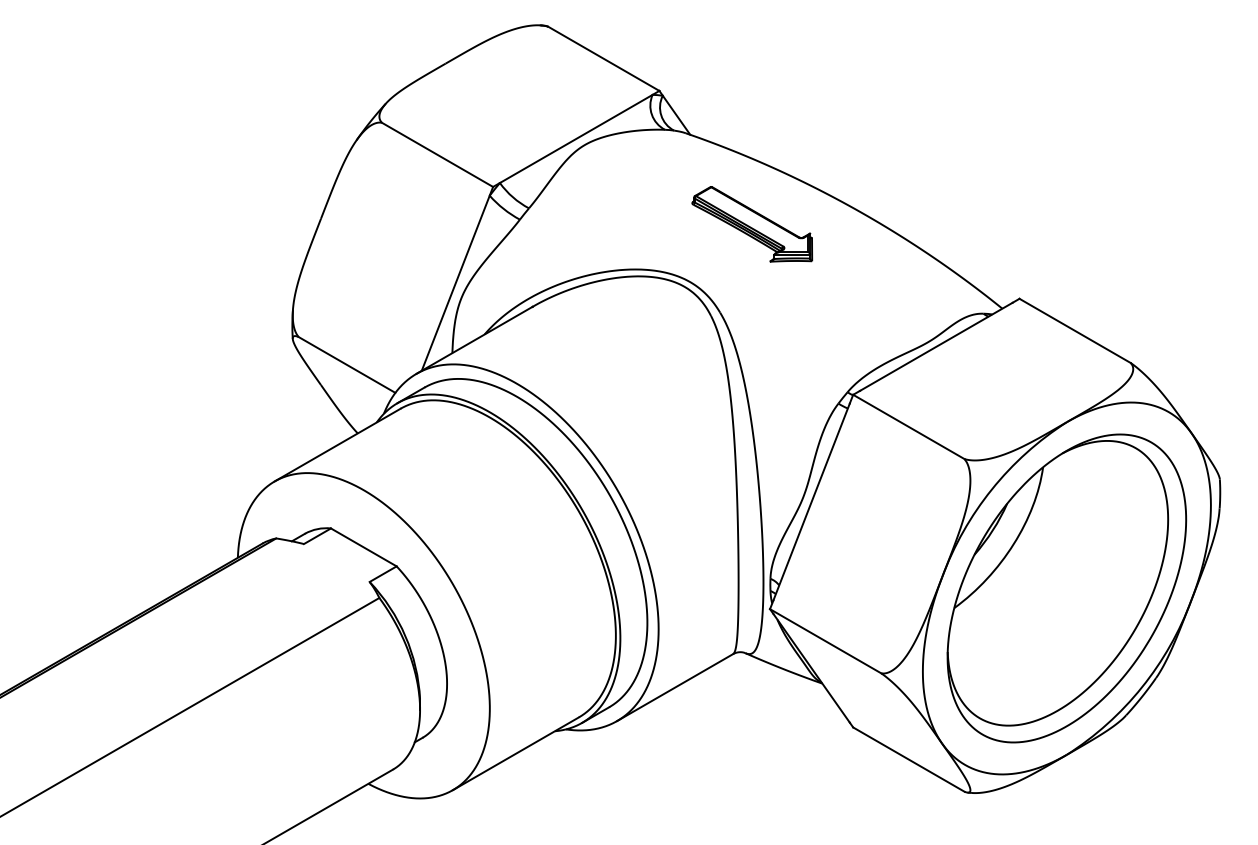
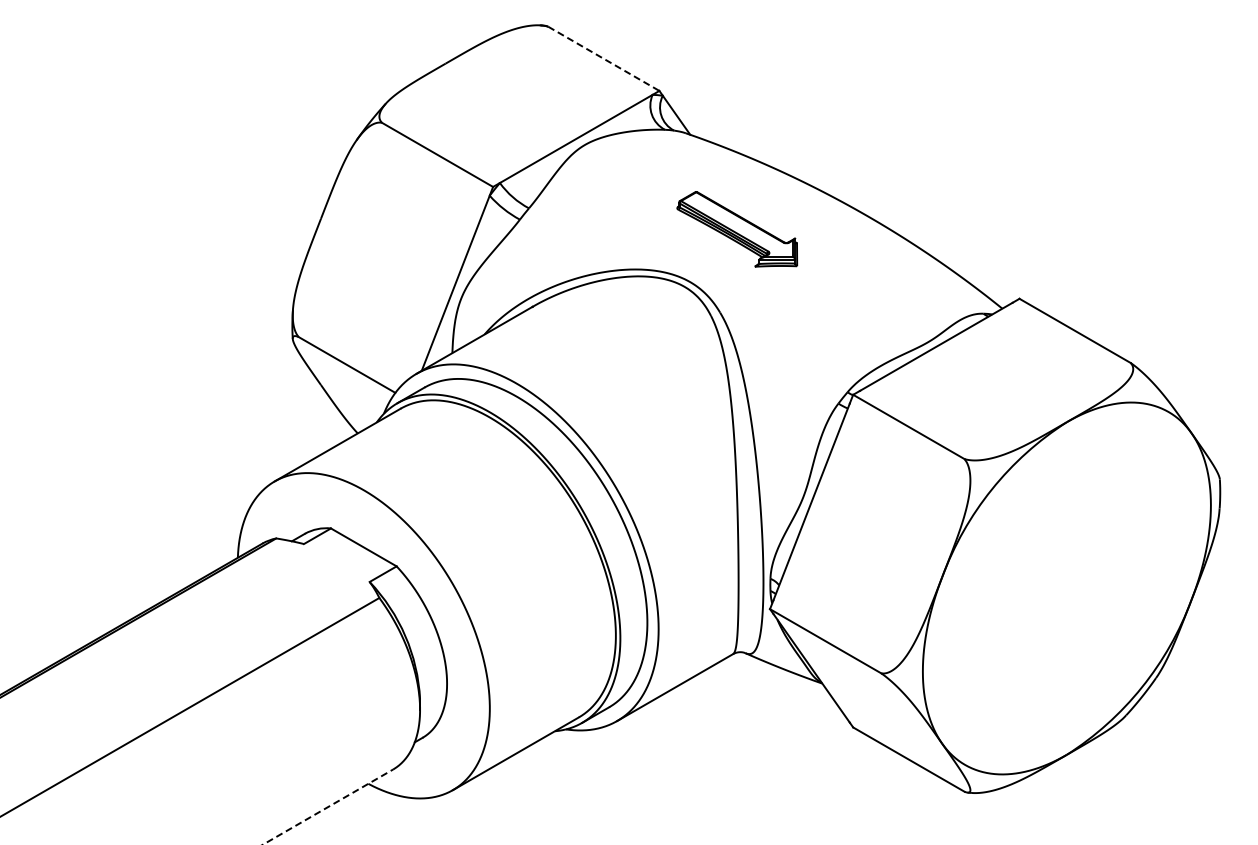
line at (604, 59): solid -> dashed
part at (752, 224) position: (752, 224) -> (737, 229)
part at (1066, 588): present -> none
line at (328, 807): solid -> dashed
